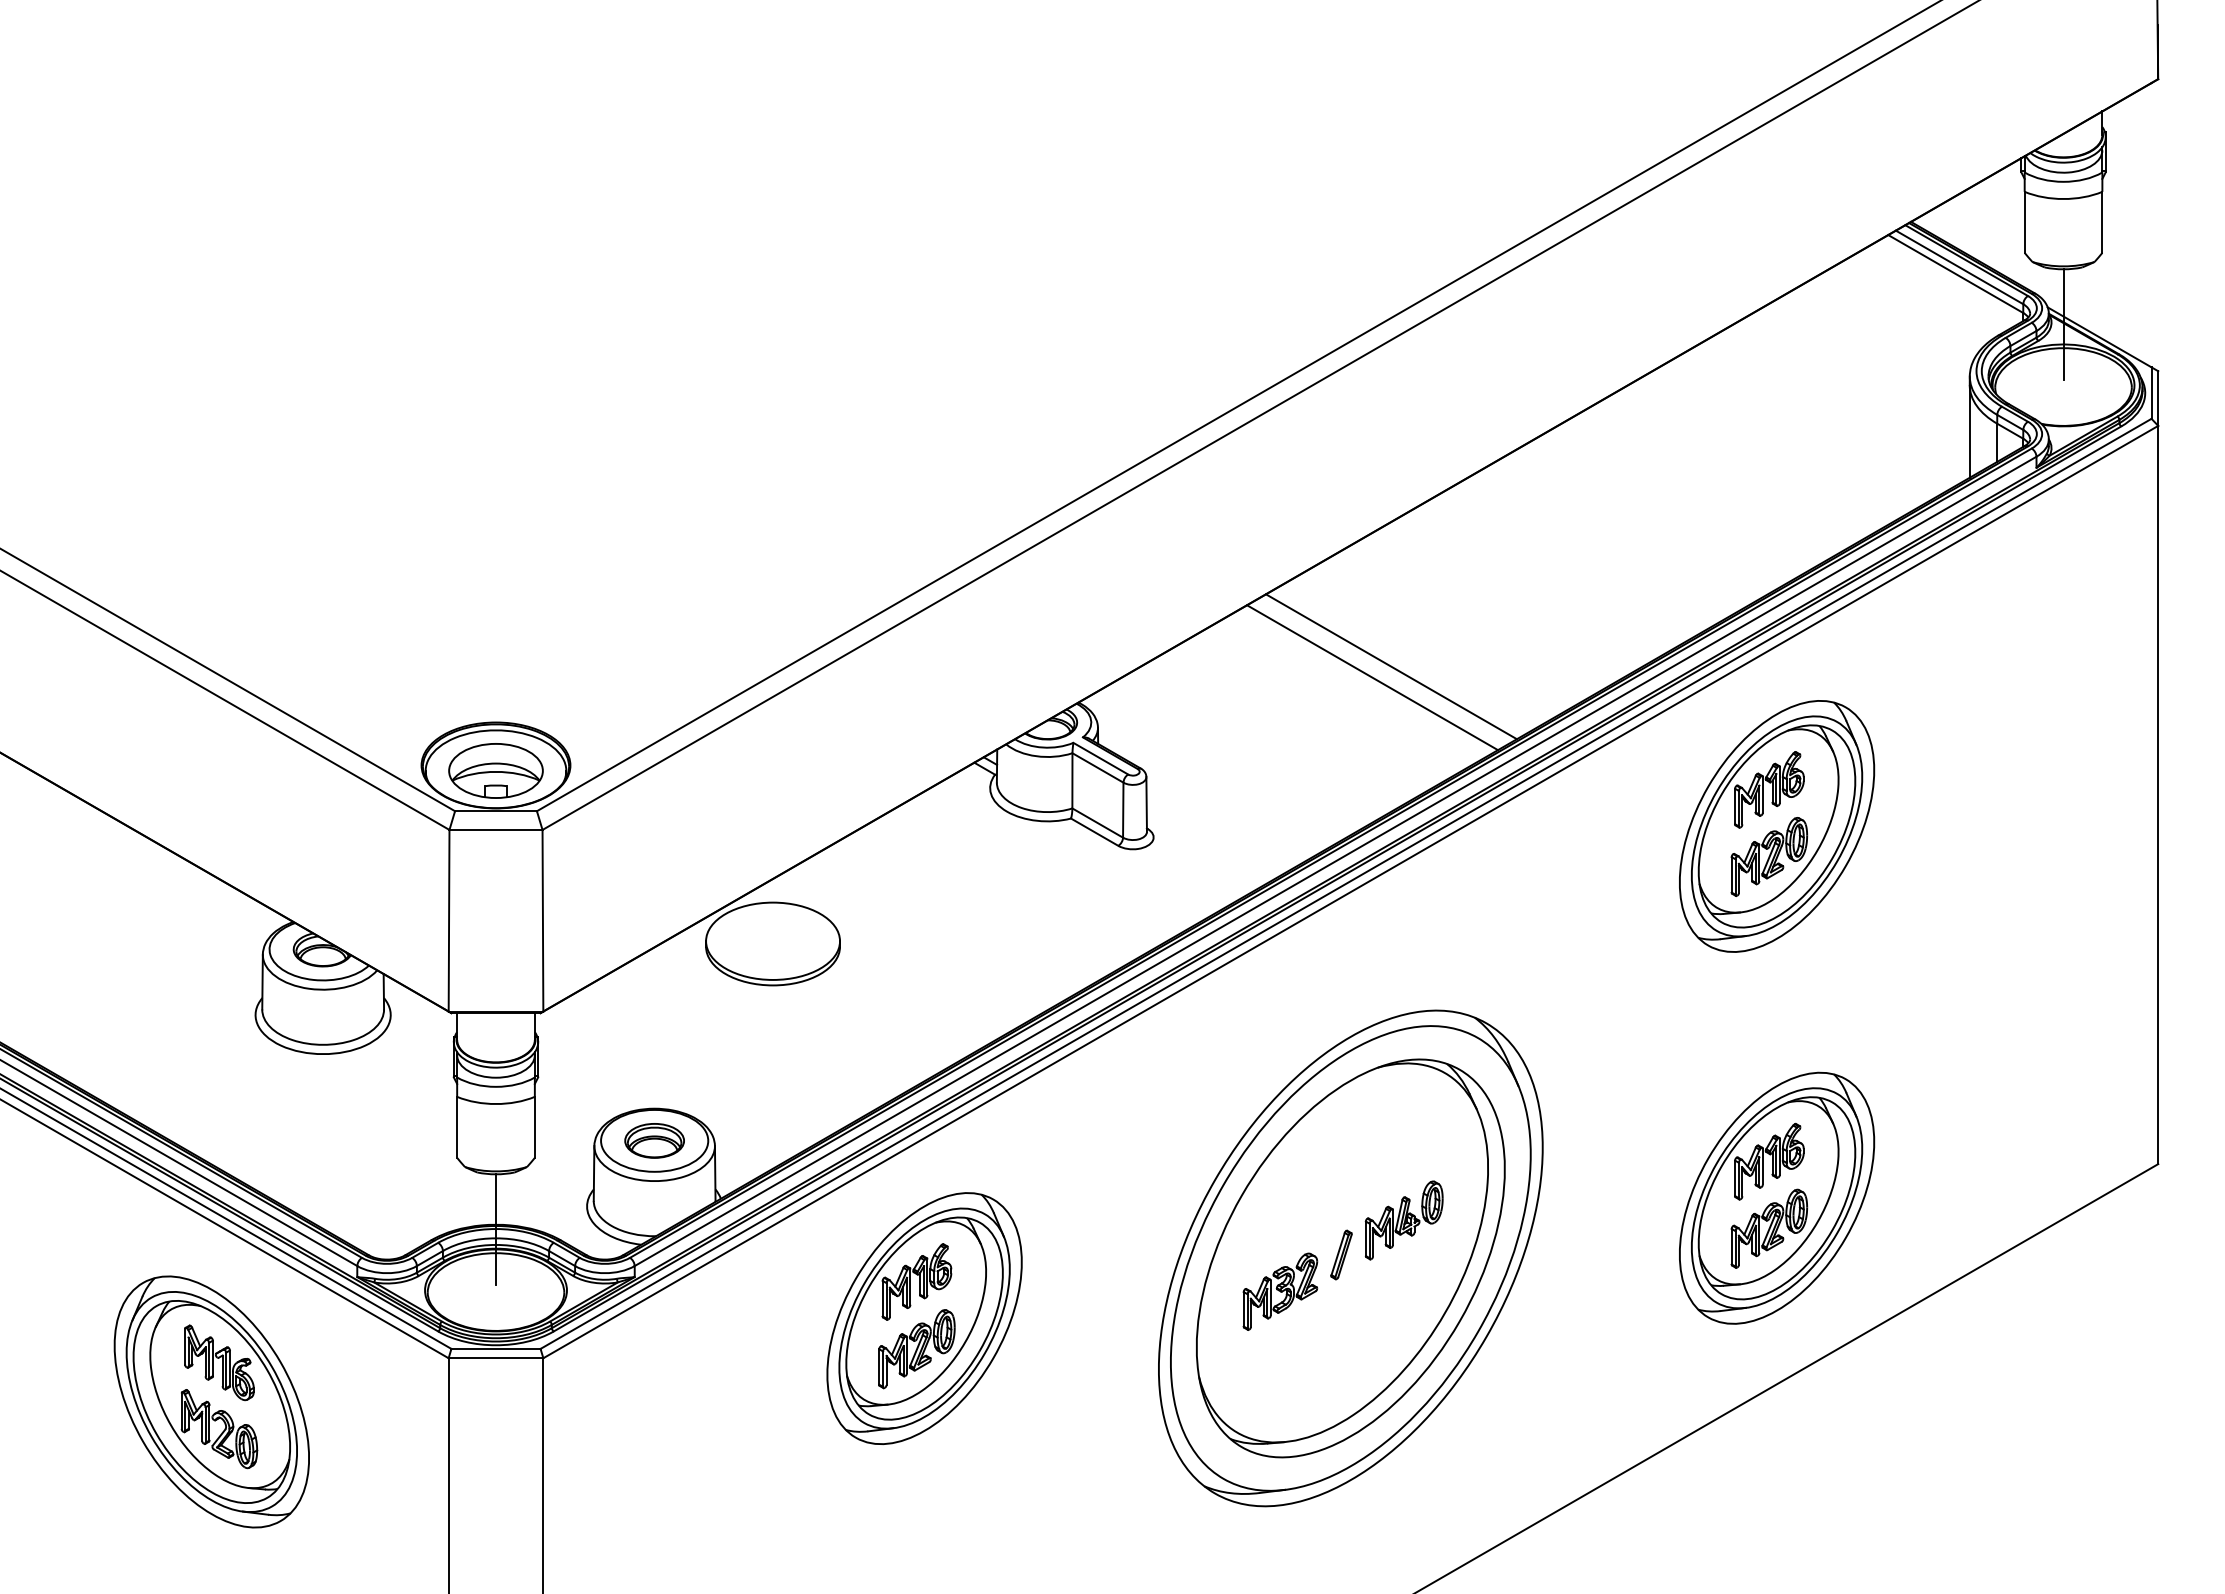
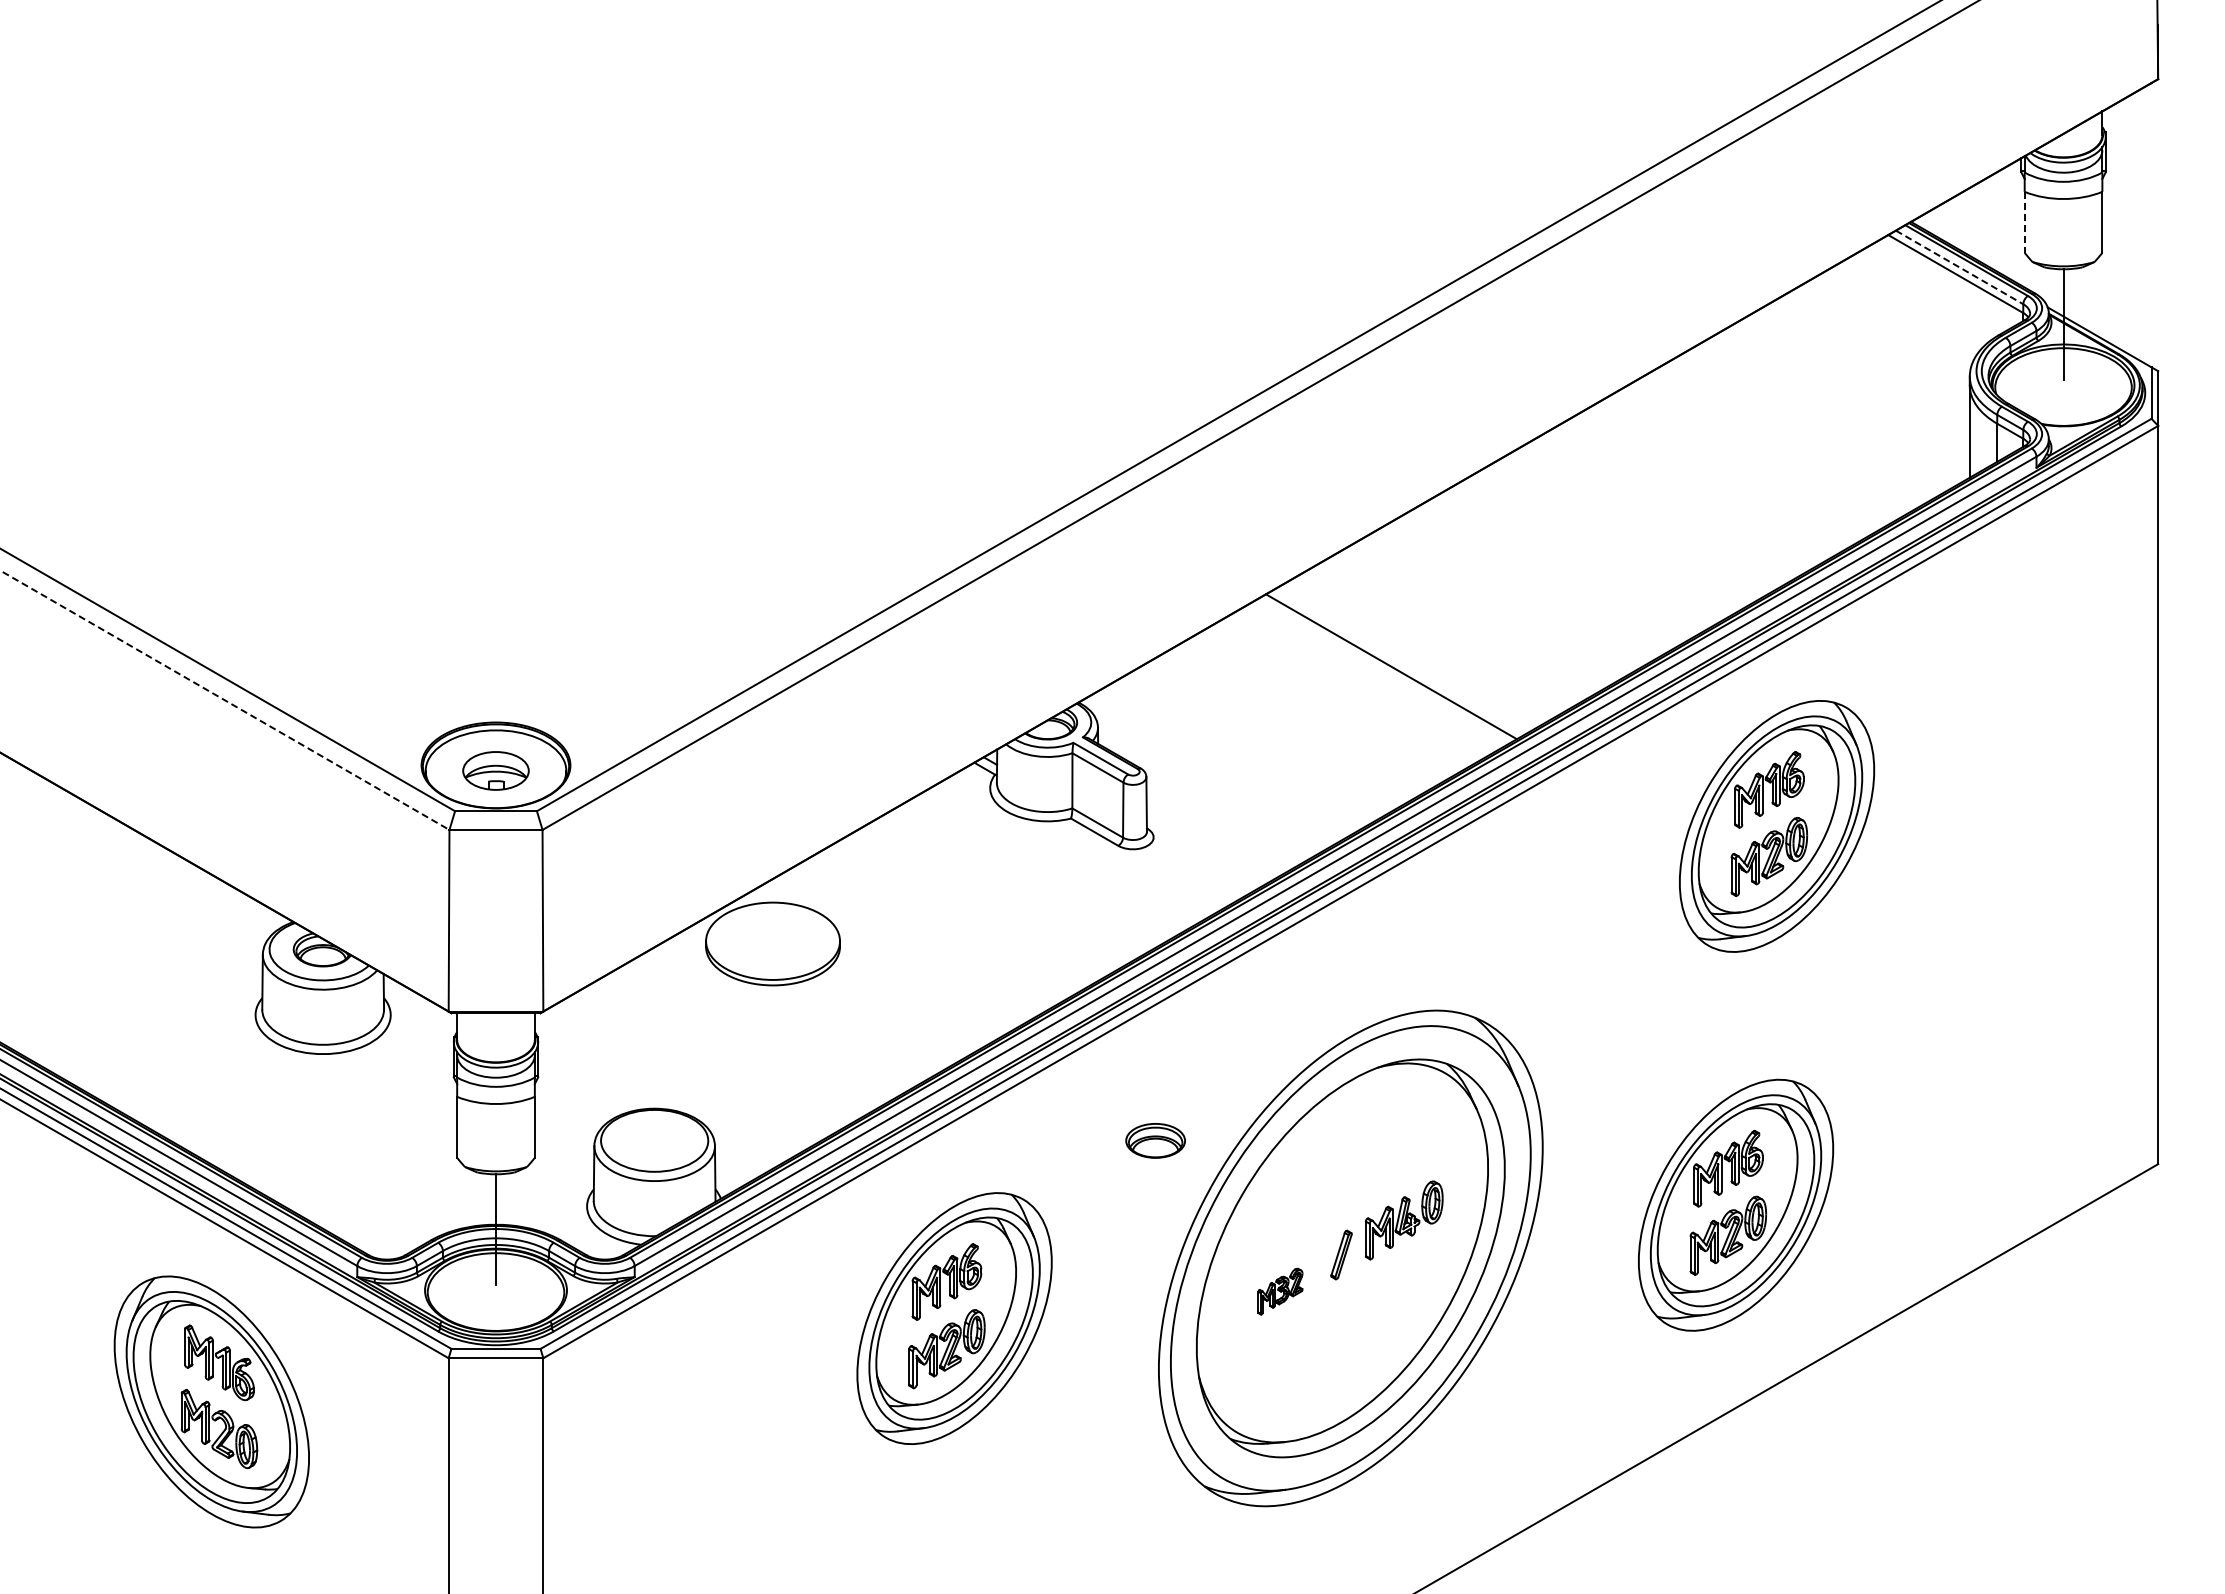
line at (2024, 222): solid -> dashed
line at (1959, 267): solid -> dashed
line at (1372, 677): present -> none
line at (225, 700): solid -> dashed
part at (495, 770) size: 96x56 px -> 68x40 px
part at (654, 1140) position: (654, 1140) -> (1155, 1140)
part at (1777, 1197) position: (1777, 1197) -> (1736, 1204)
part at (1280, 1291) size: 77x79 px -> 47x49 px
part at (924, 1318) position: (924, 1318) -> (954, 1318)
